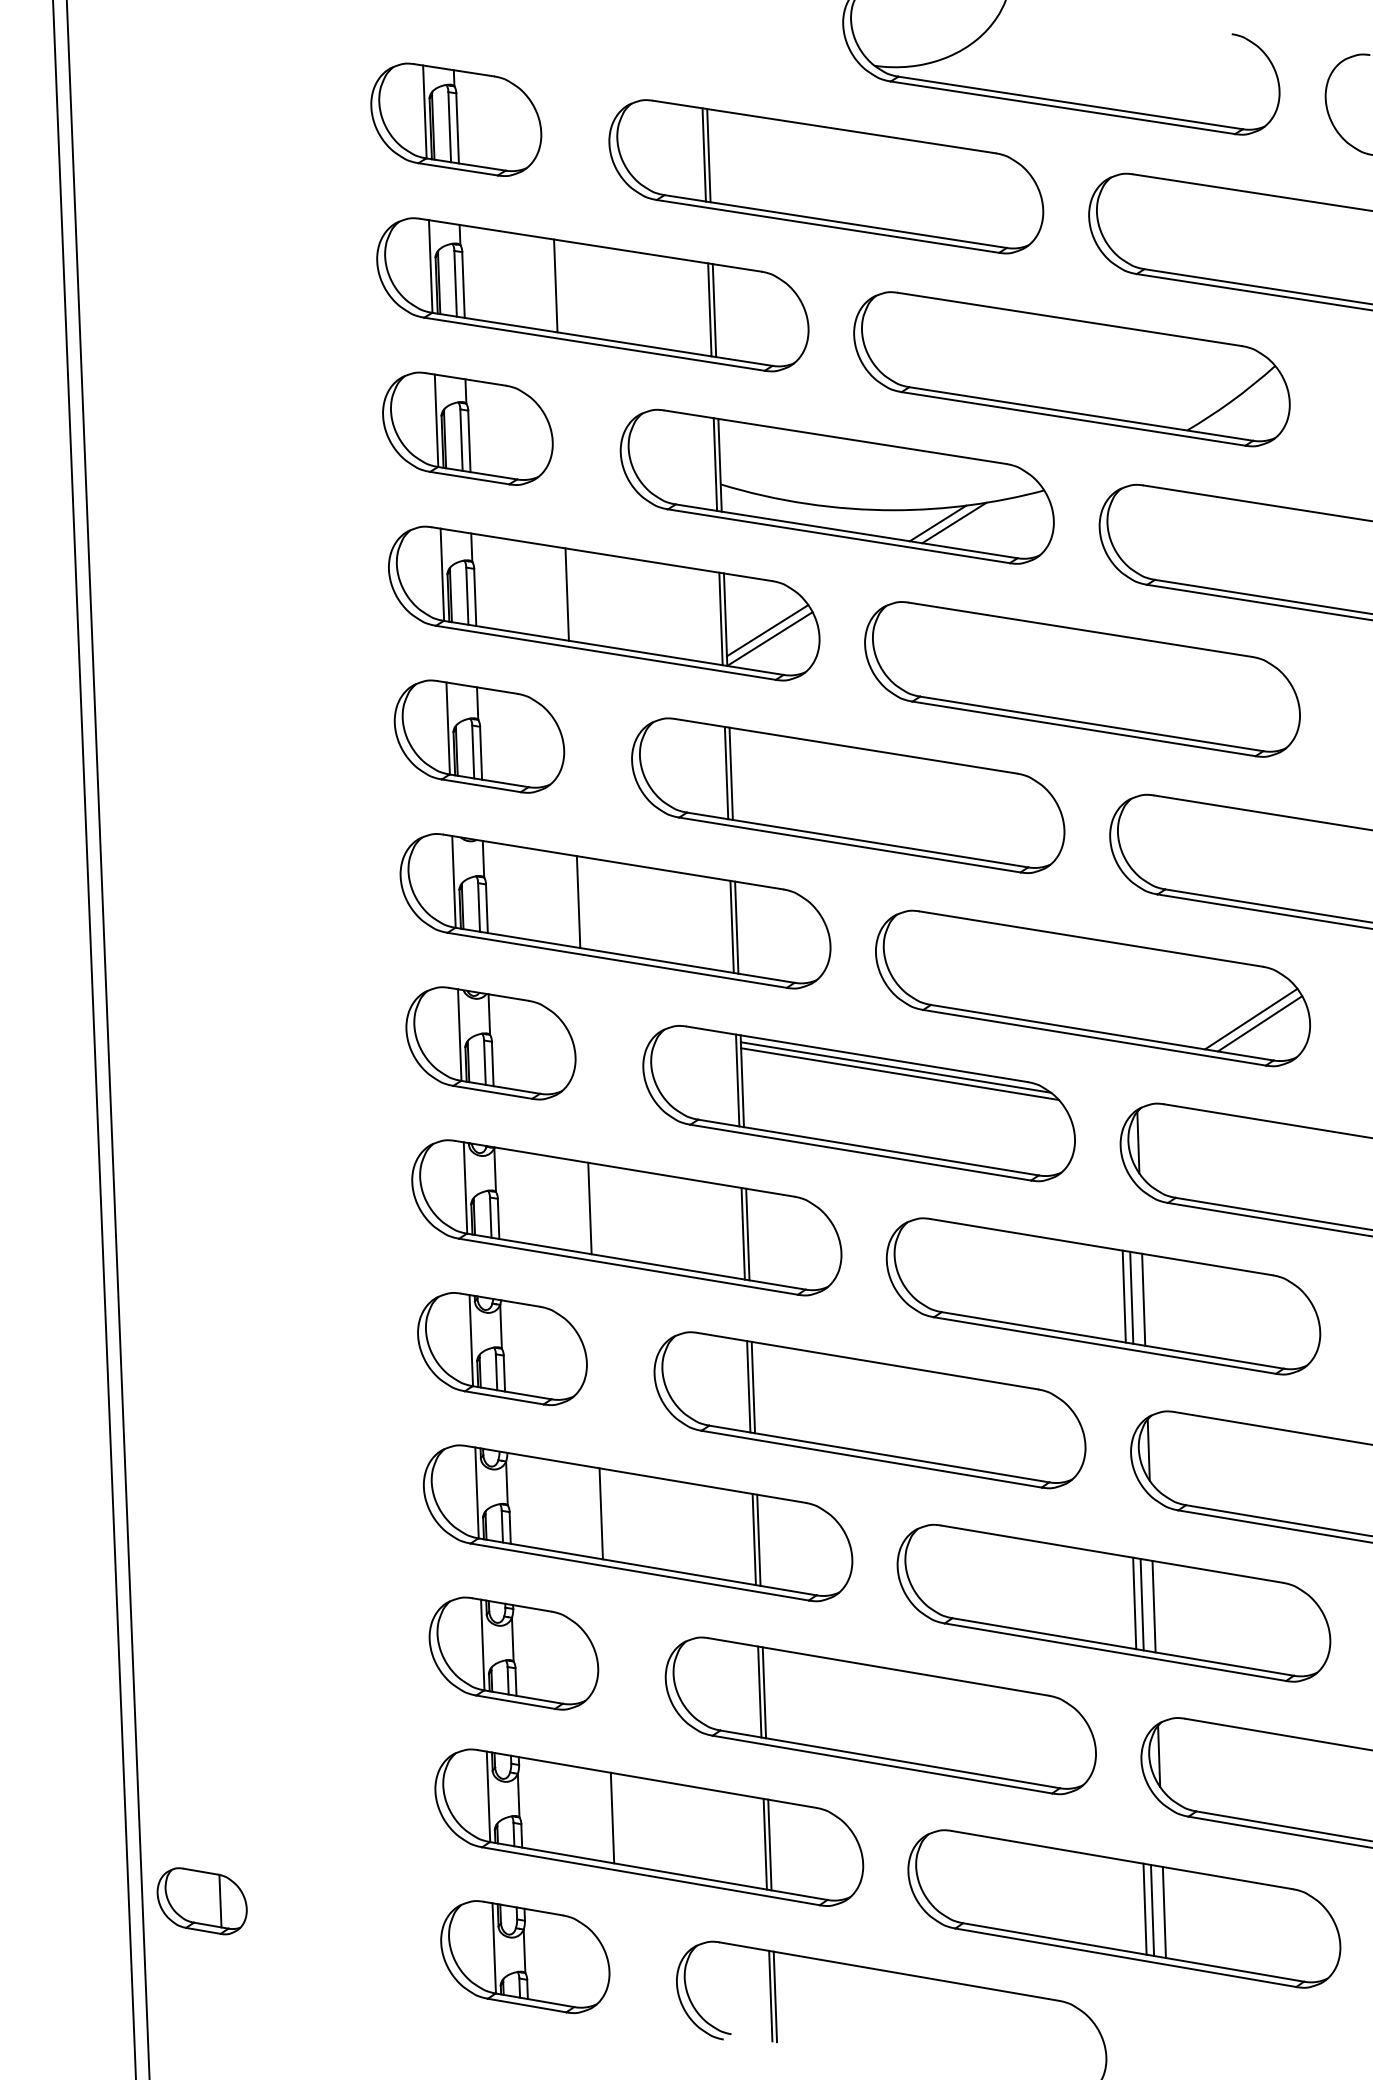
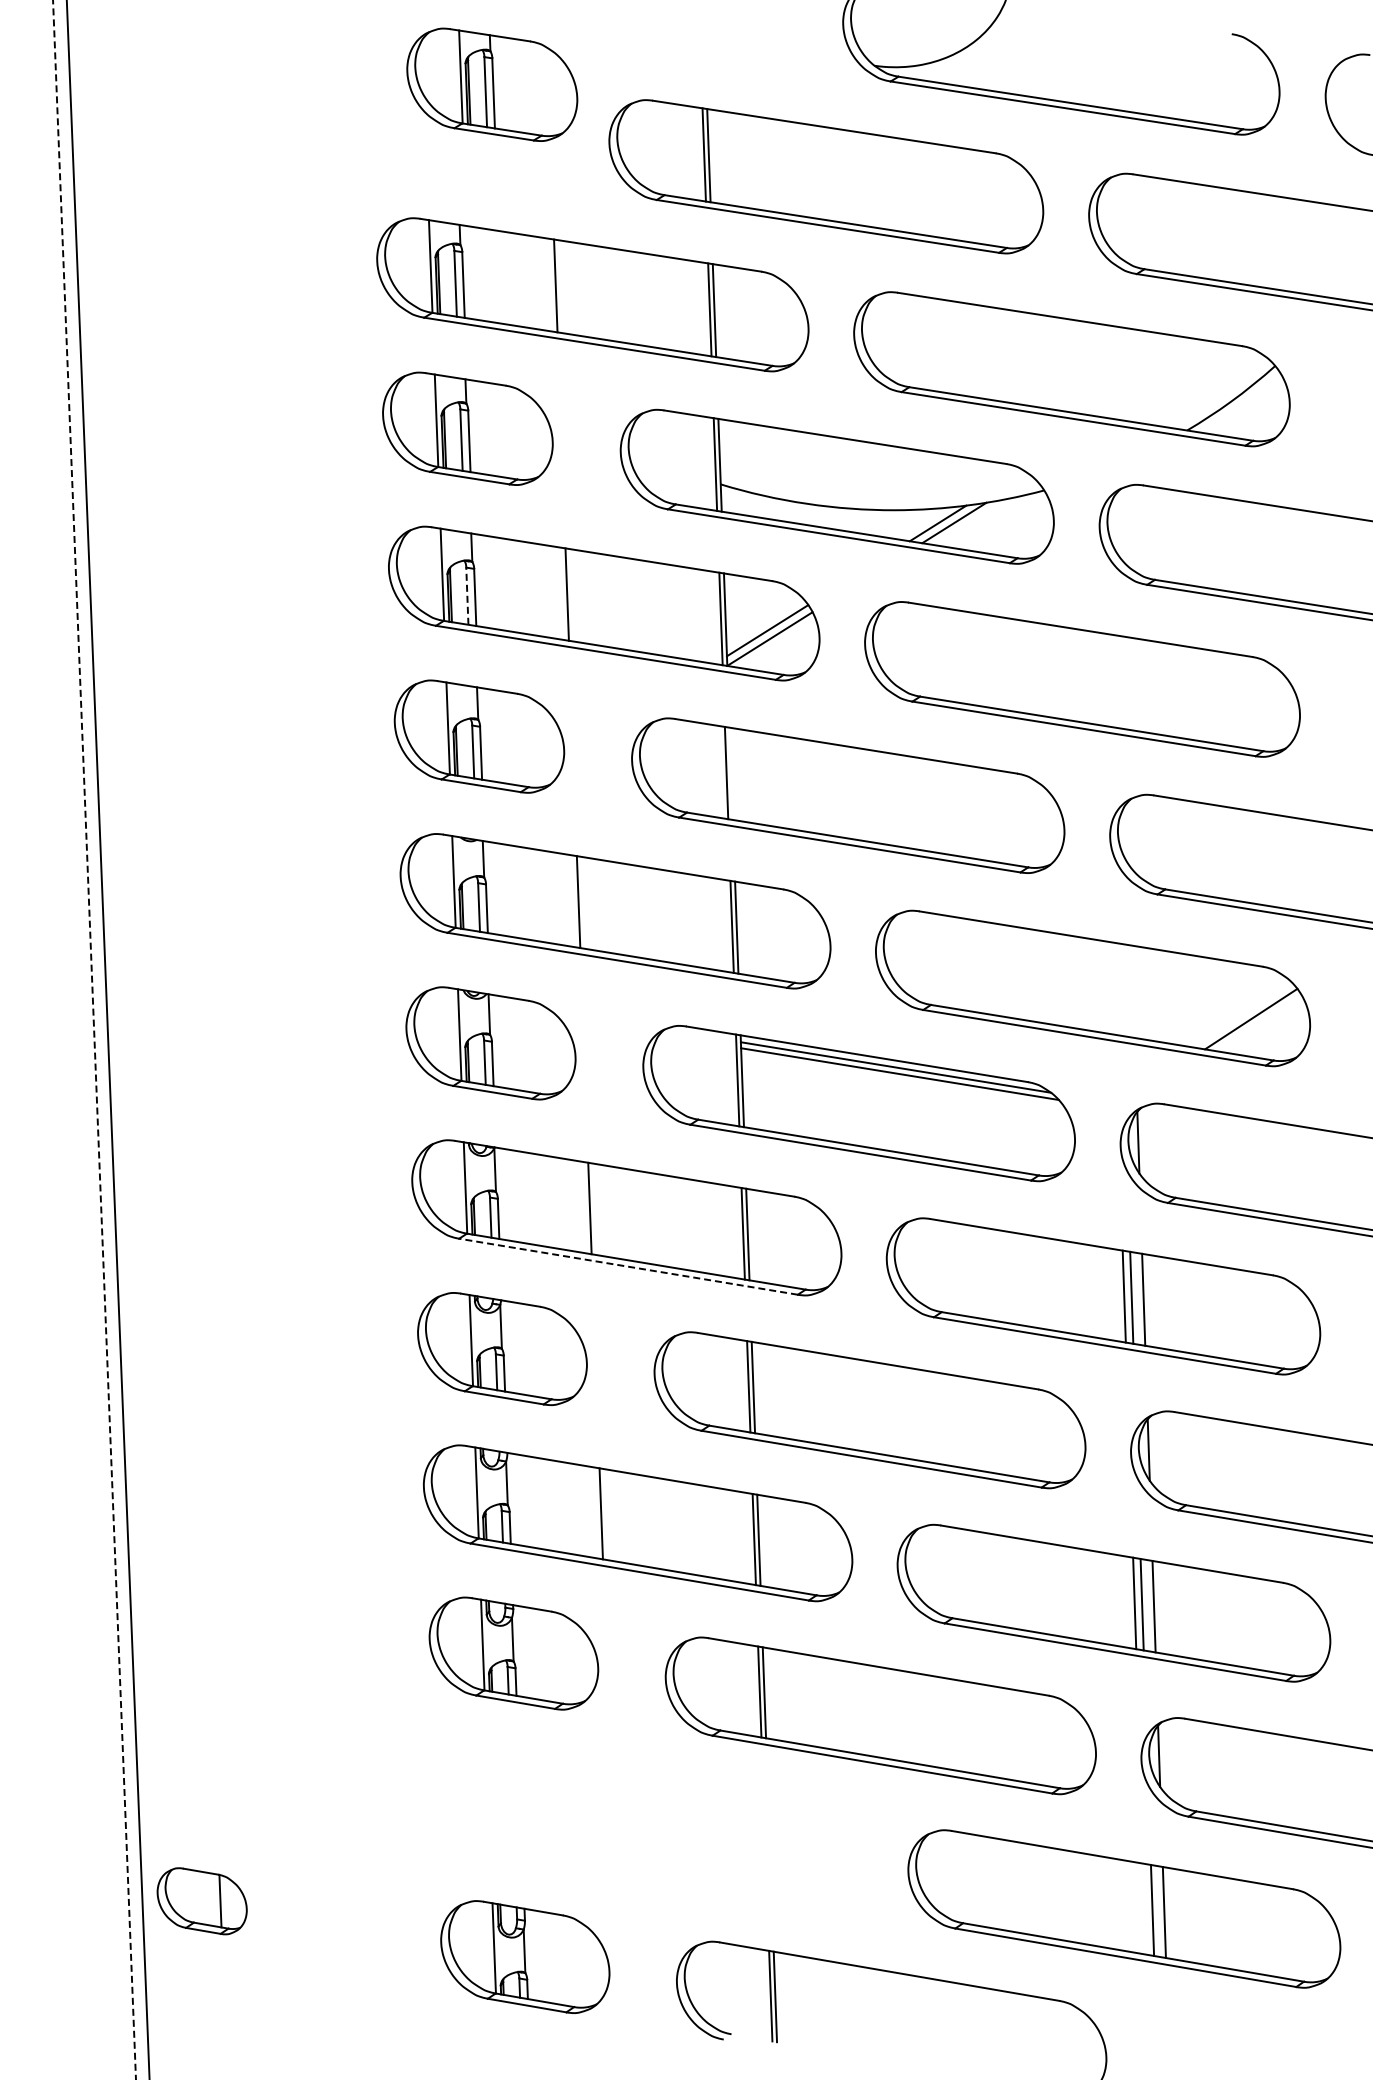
part at (456, 119) position: (456, 119) -> (492, 84)
line at (467, 596): solid -> dashed
line at (730, 773): present -> none
line at (1259, 1023): present -> none
line at (94, 1040): solid -> dashed
line at (628, 1266): solid -> dashed
part at (649, 1827): present -> none
line at (1144, 1908): present -> none
